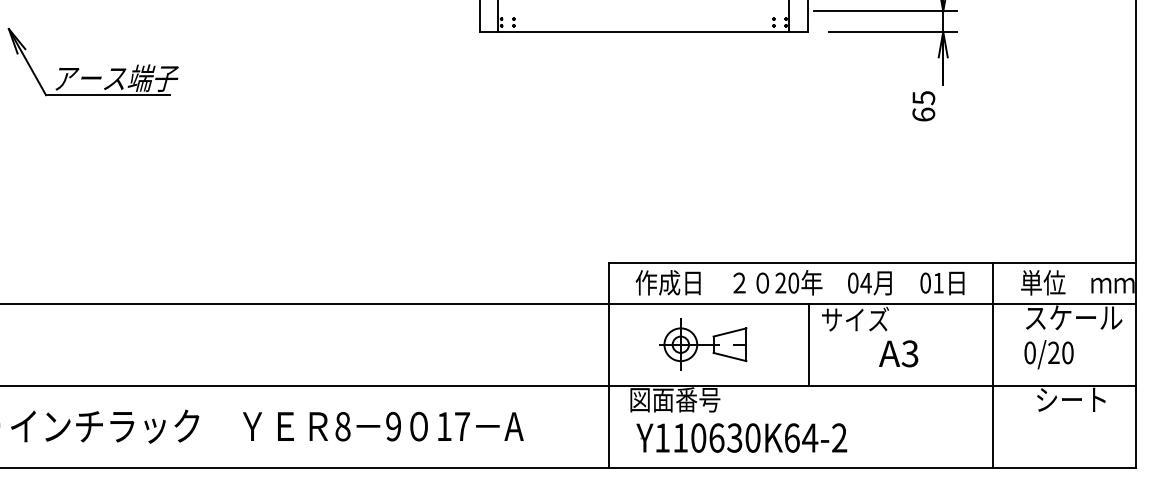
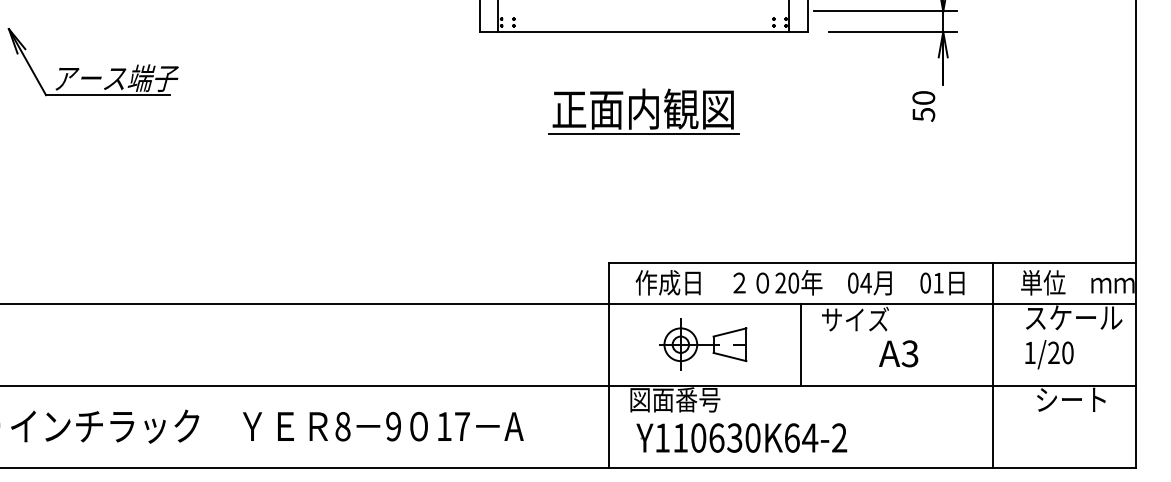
text at (923, 106): 65 -> 50
part at (643, 111): none -> present
line at (809, 344) position: (809, 344) -> (801, 344)
text at (1029, 352): 0/20 -> 1/20
